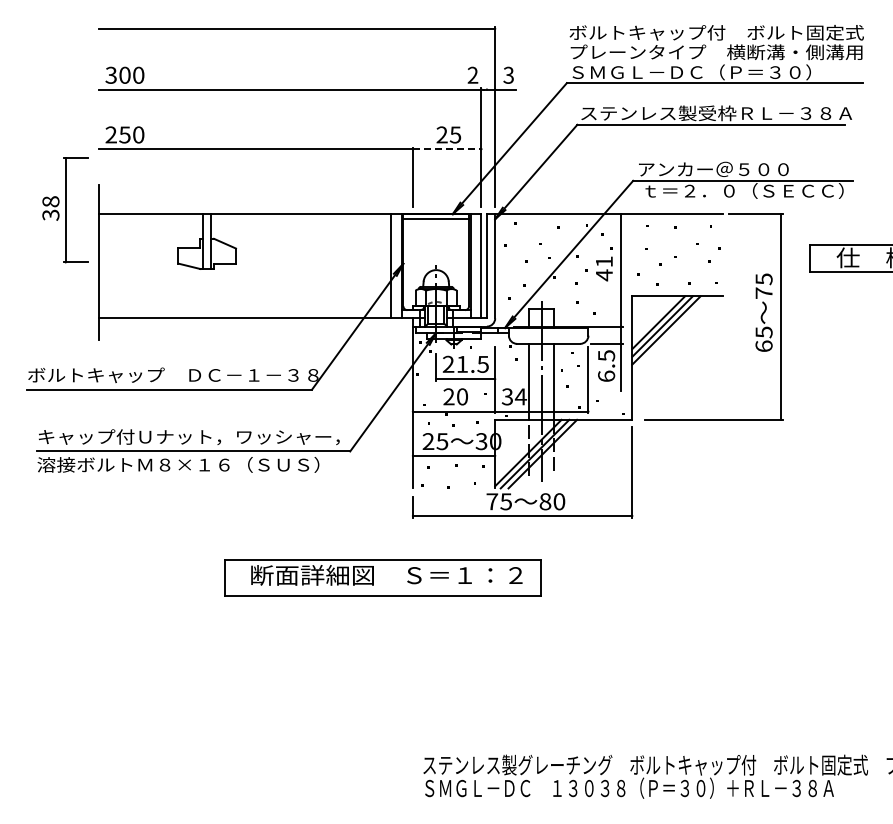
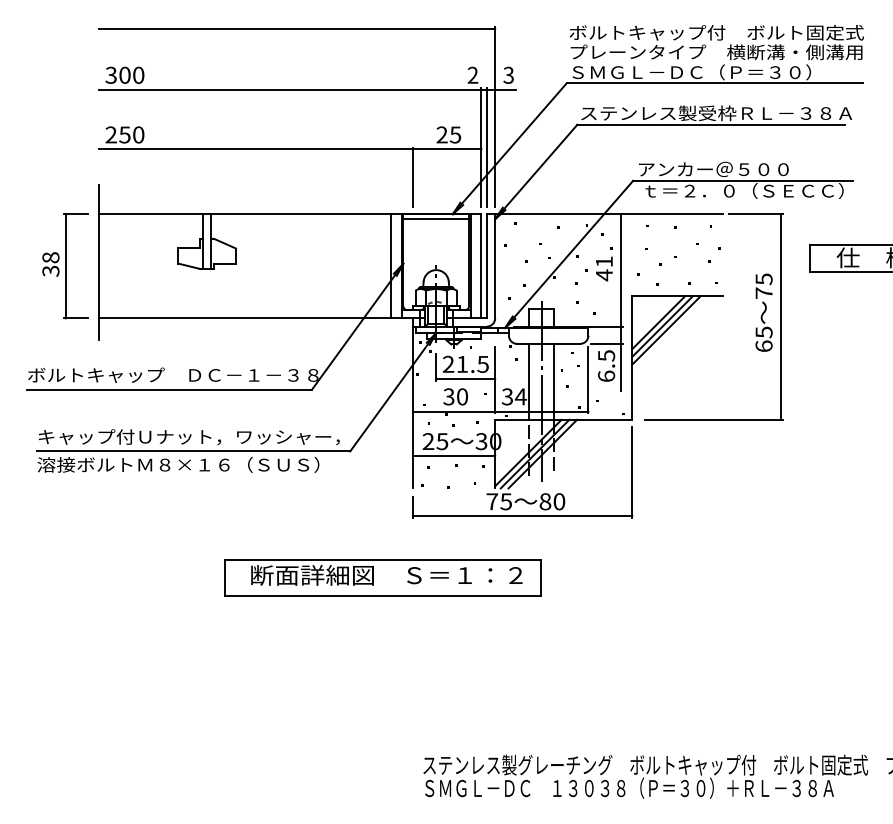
line at (486, 147): none -> present
line at (447, 149): dashed -> solid
part at (65, 210) position: (65, 210) -> (65, 266)
text at (448, 396): 20 -> 30
